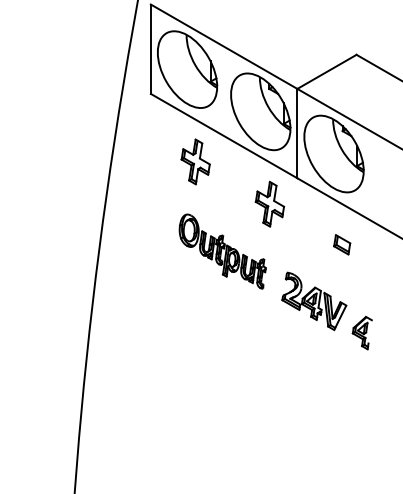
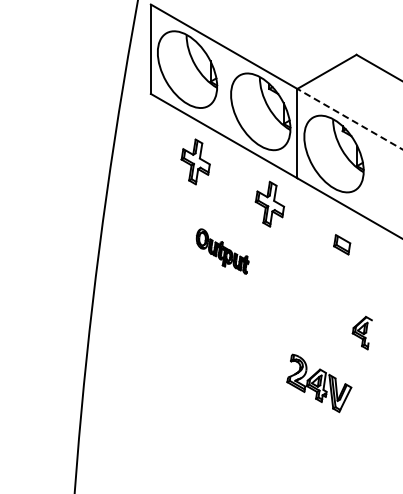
line at (349, 119): solid -> dashed
part at (222, 251) size: 89x77 px -> 55x47 px
part at (314, 301) position: (314, 301) -> (319, 383)
